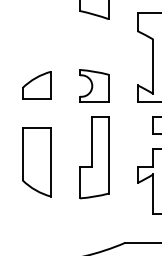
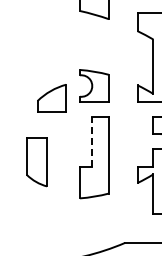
part at (36, 85) position: (36, 85) -> (51, 98)
line at (92, 141): solid -> dashed
part at (36, 162) size: 30x71 px -> 22x51 px
